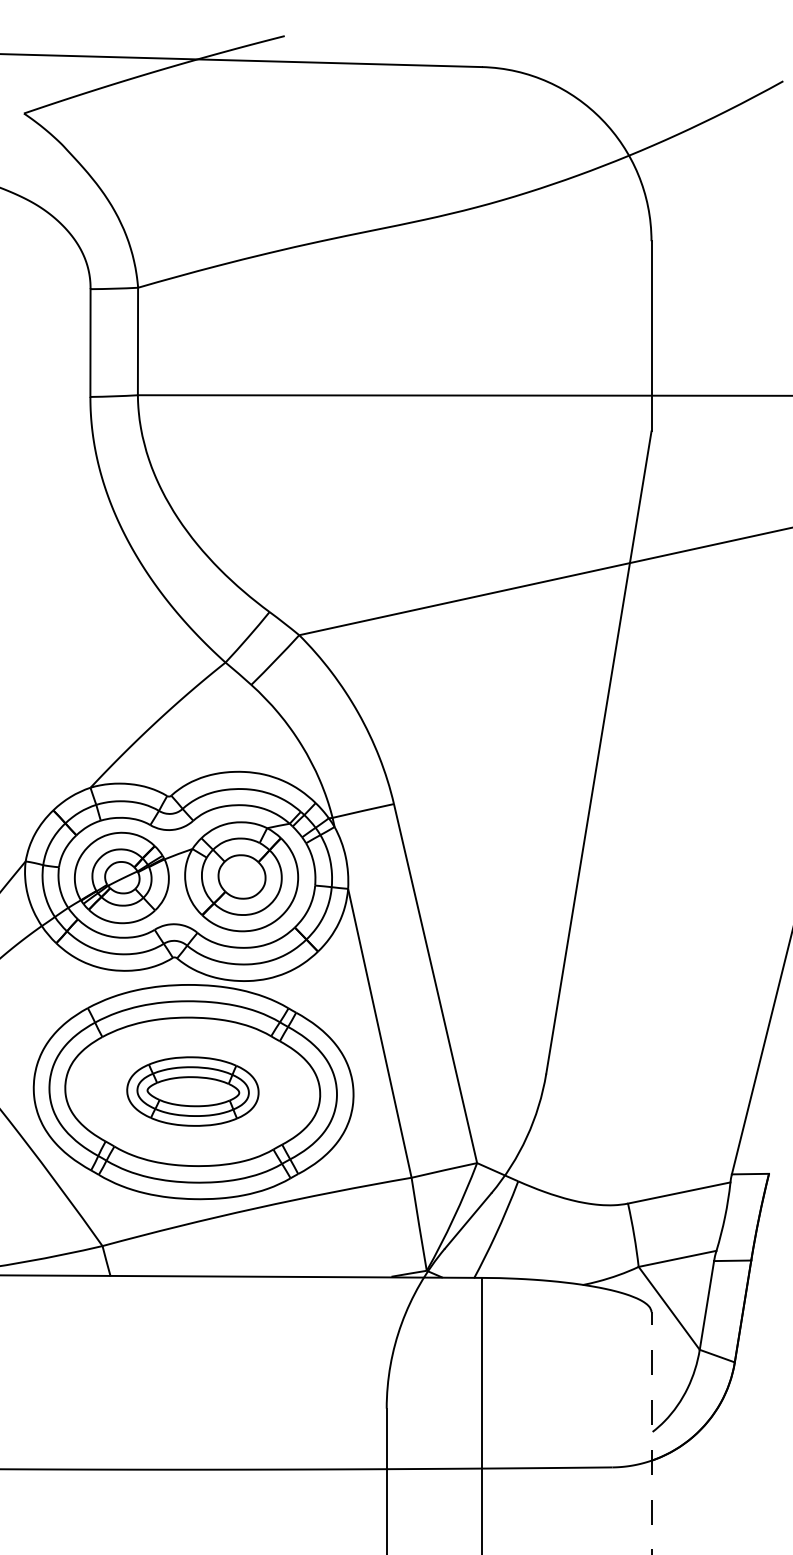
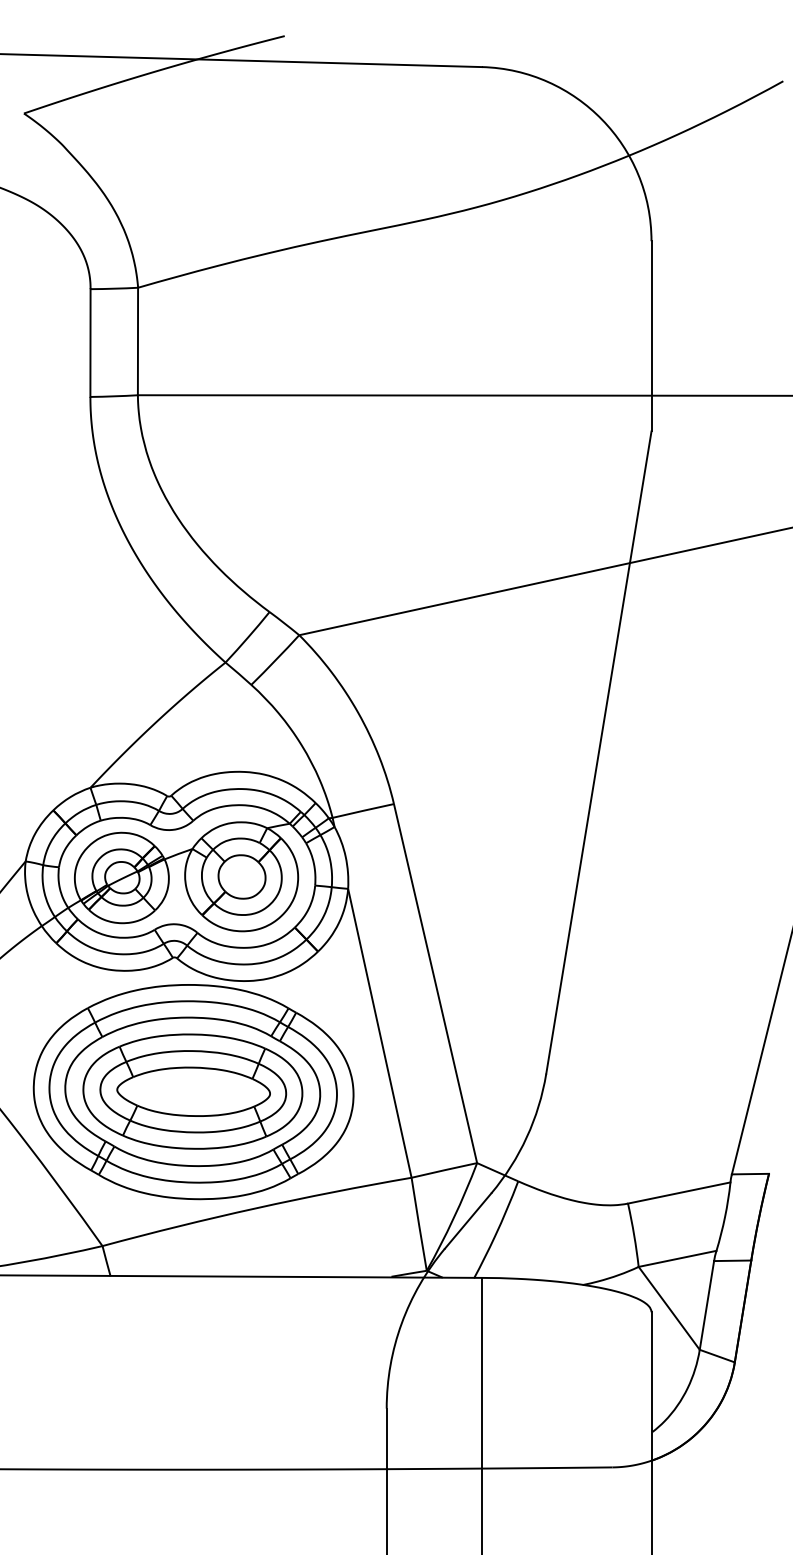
part at (192, 1091) size: 134x71 px -> 222x117 px
line at (651, 1433): dashed -> solid
